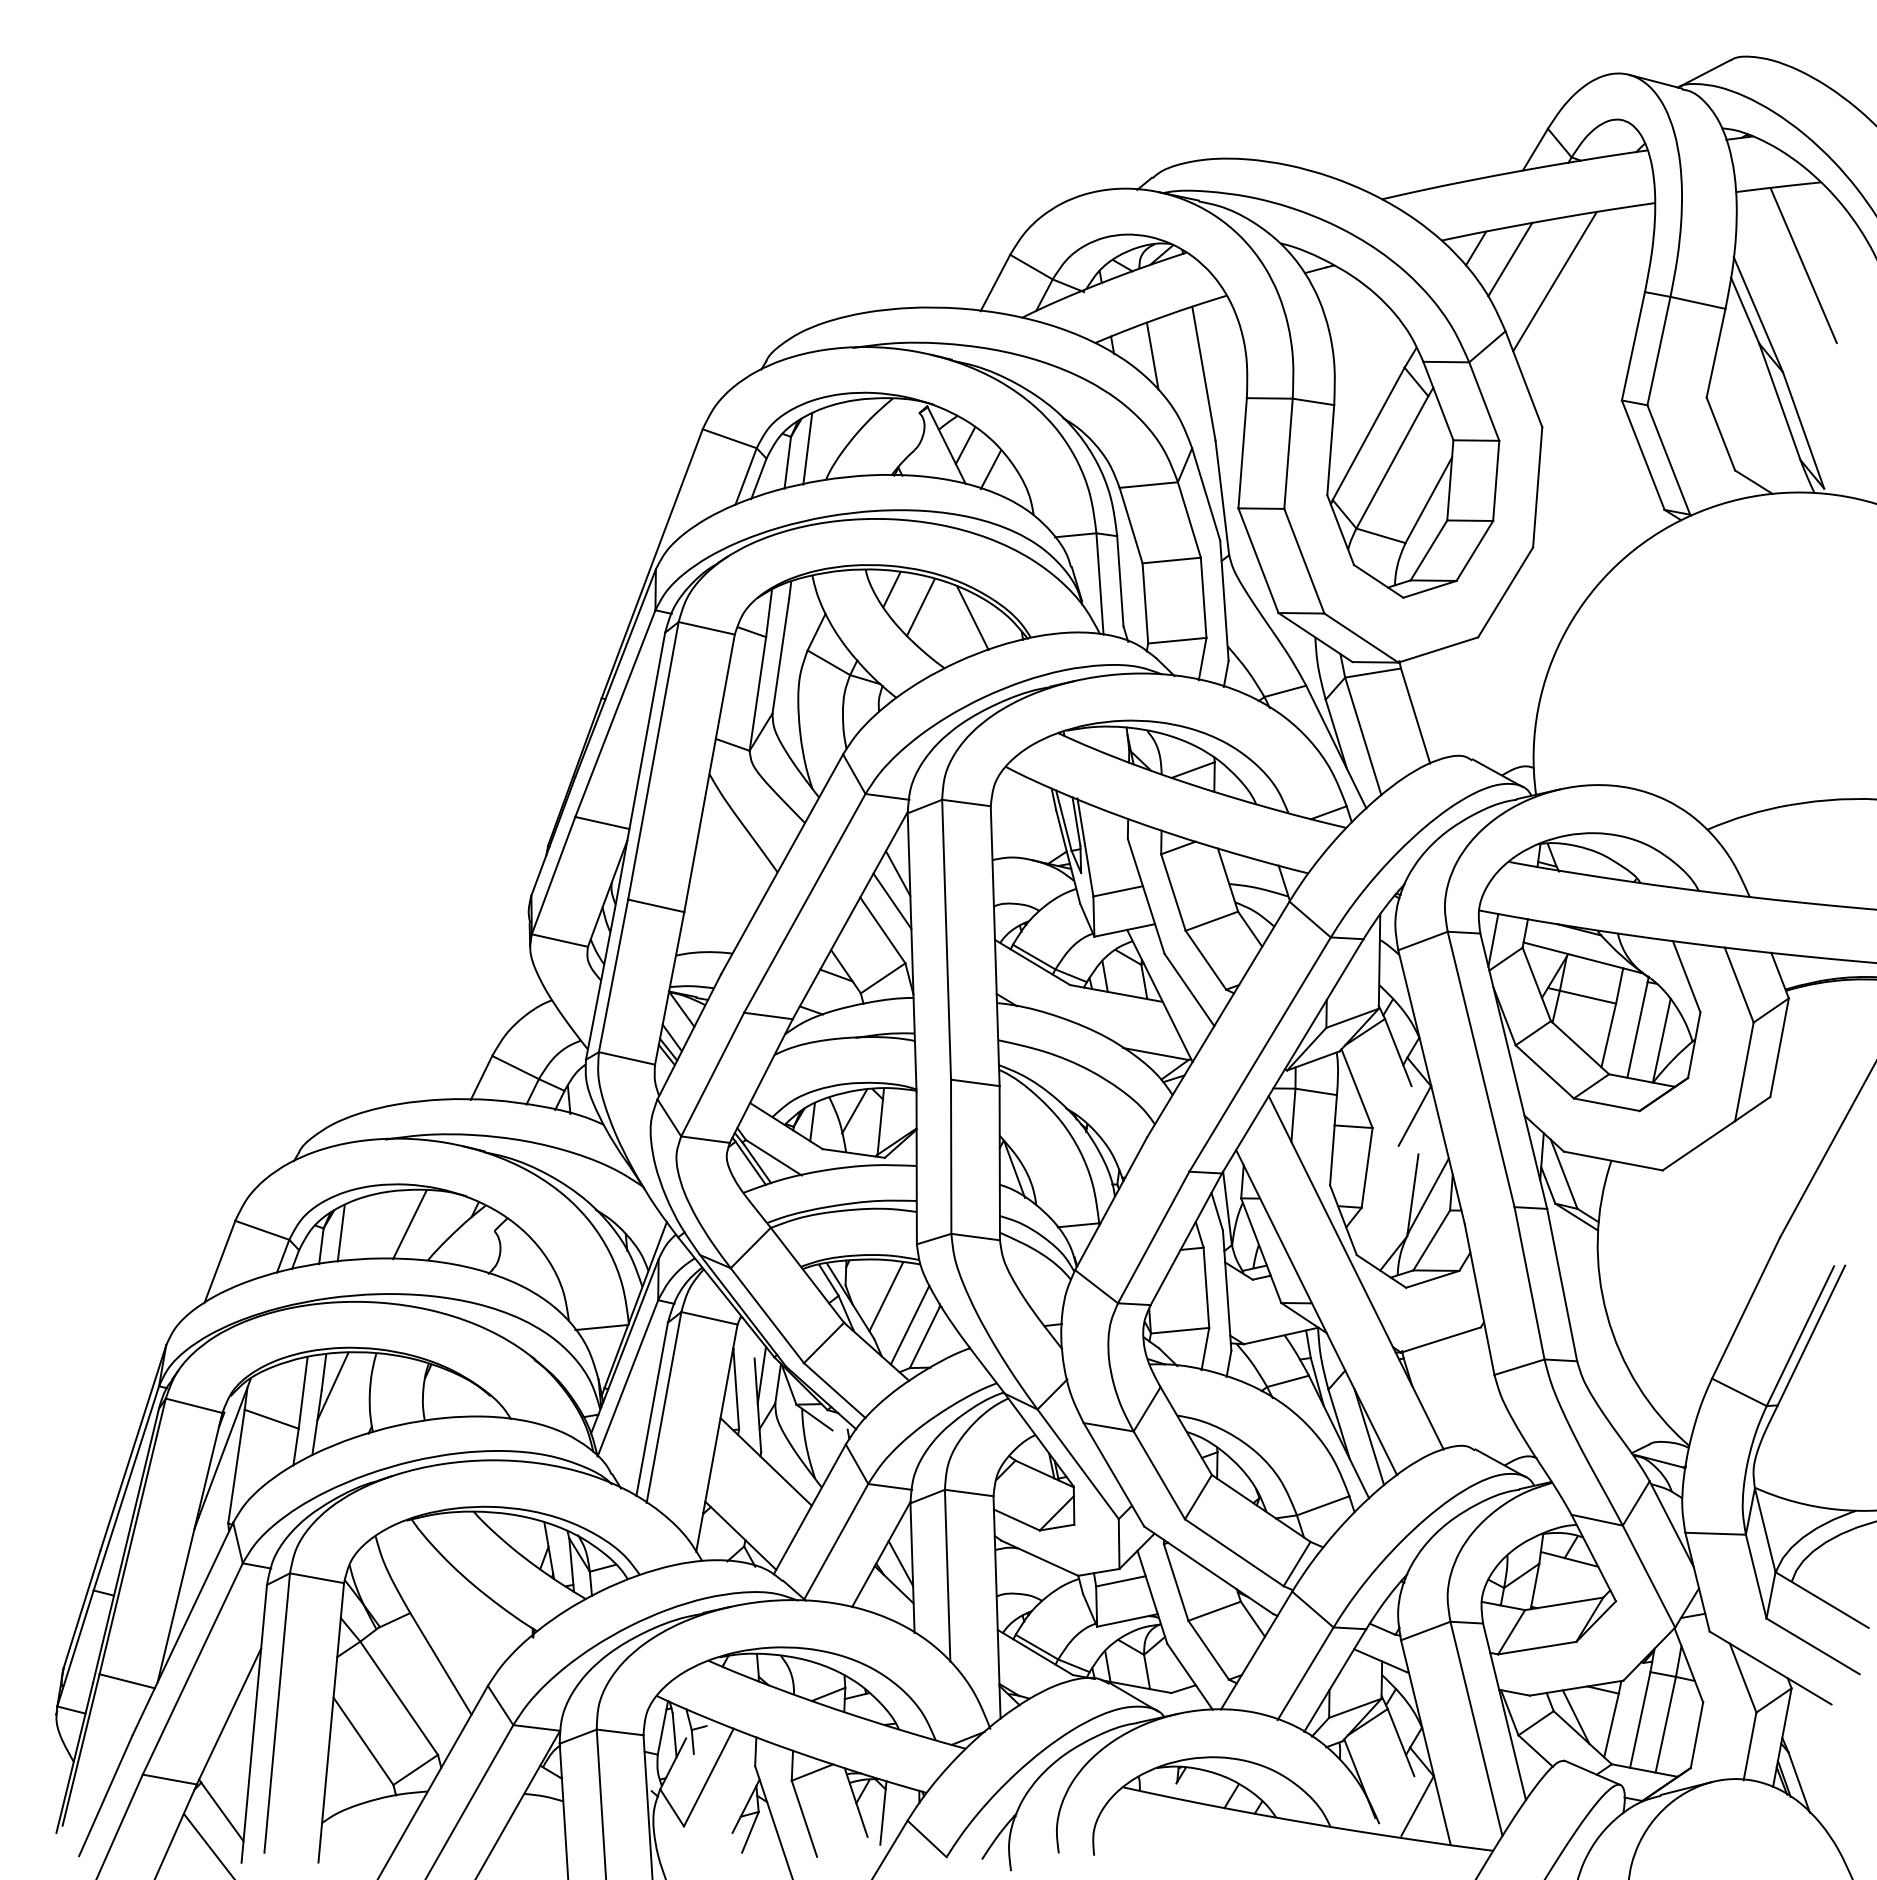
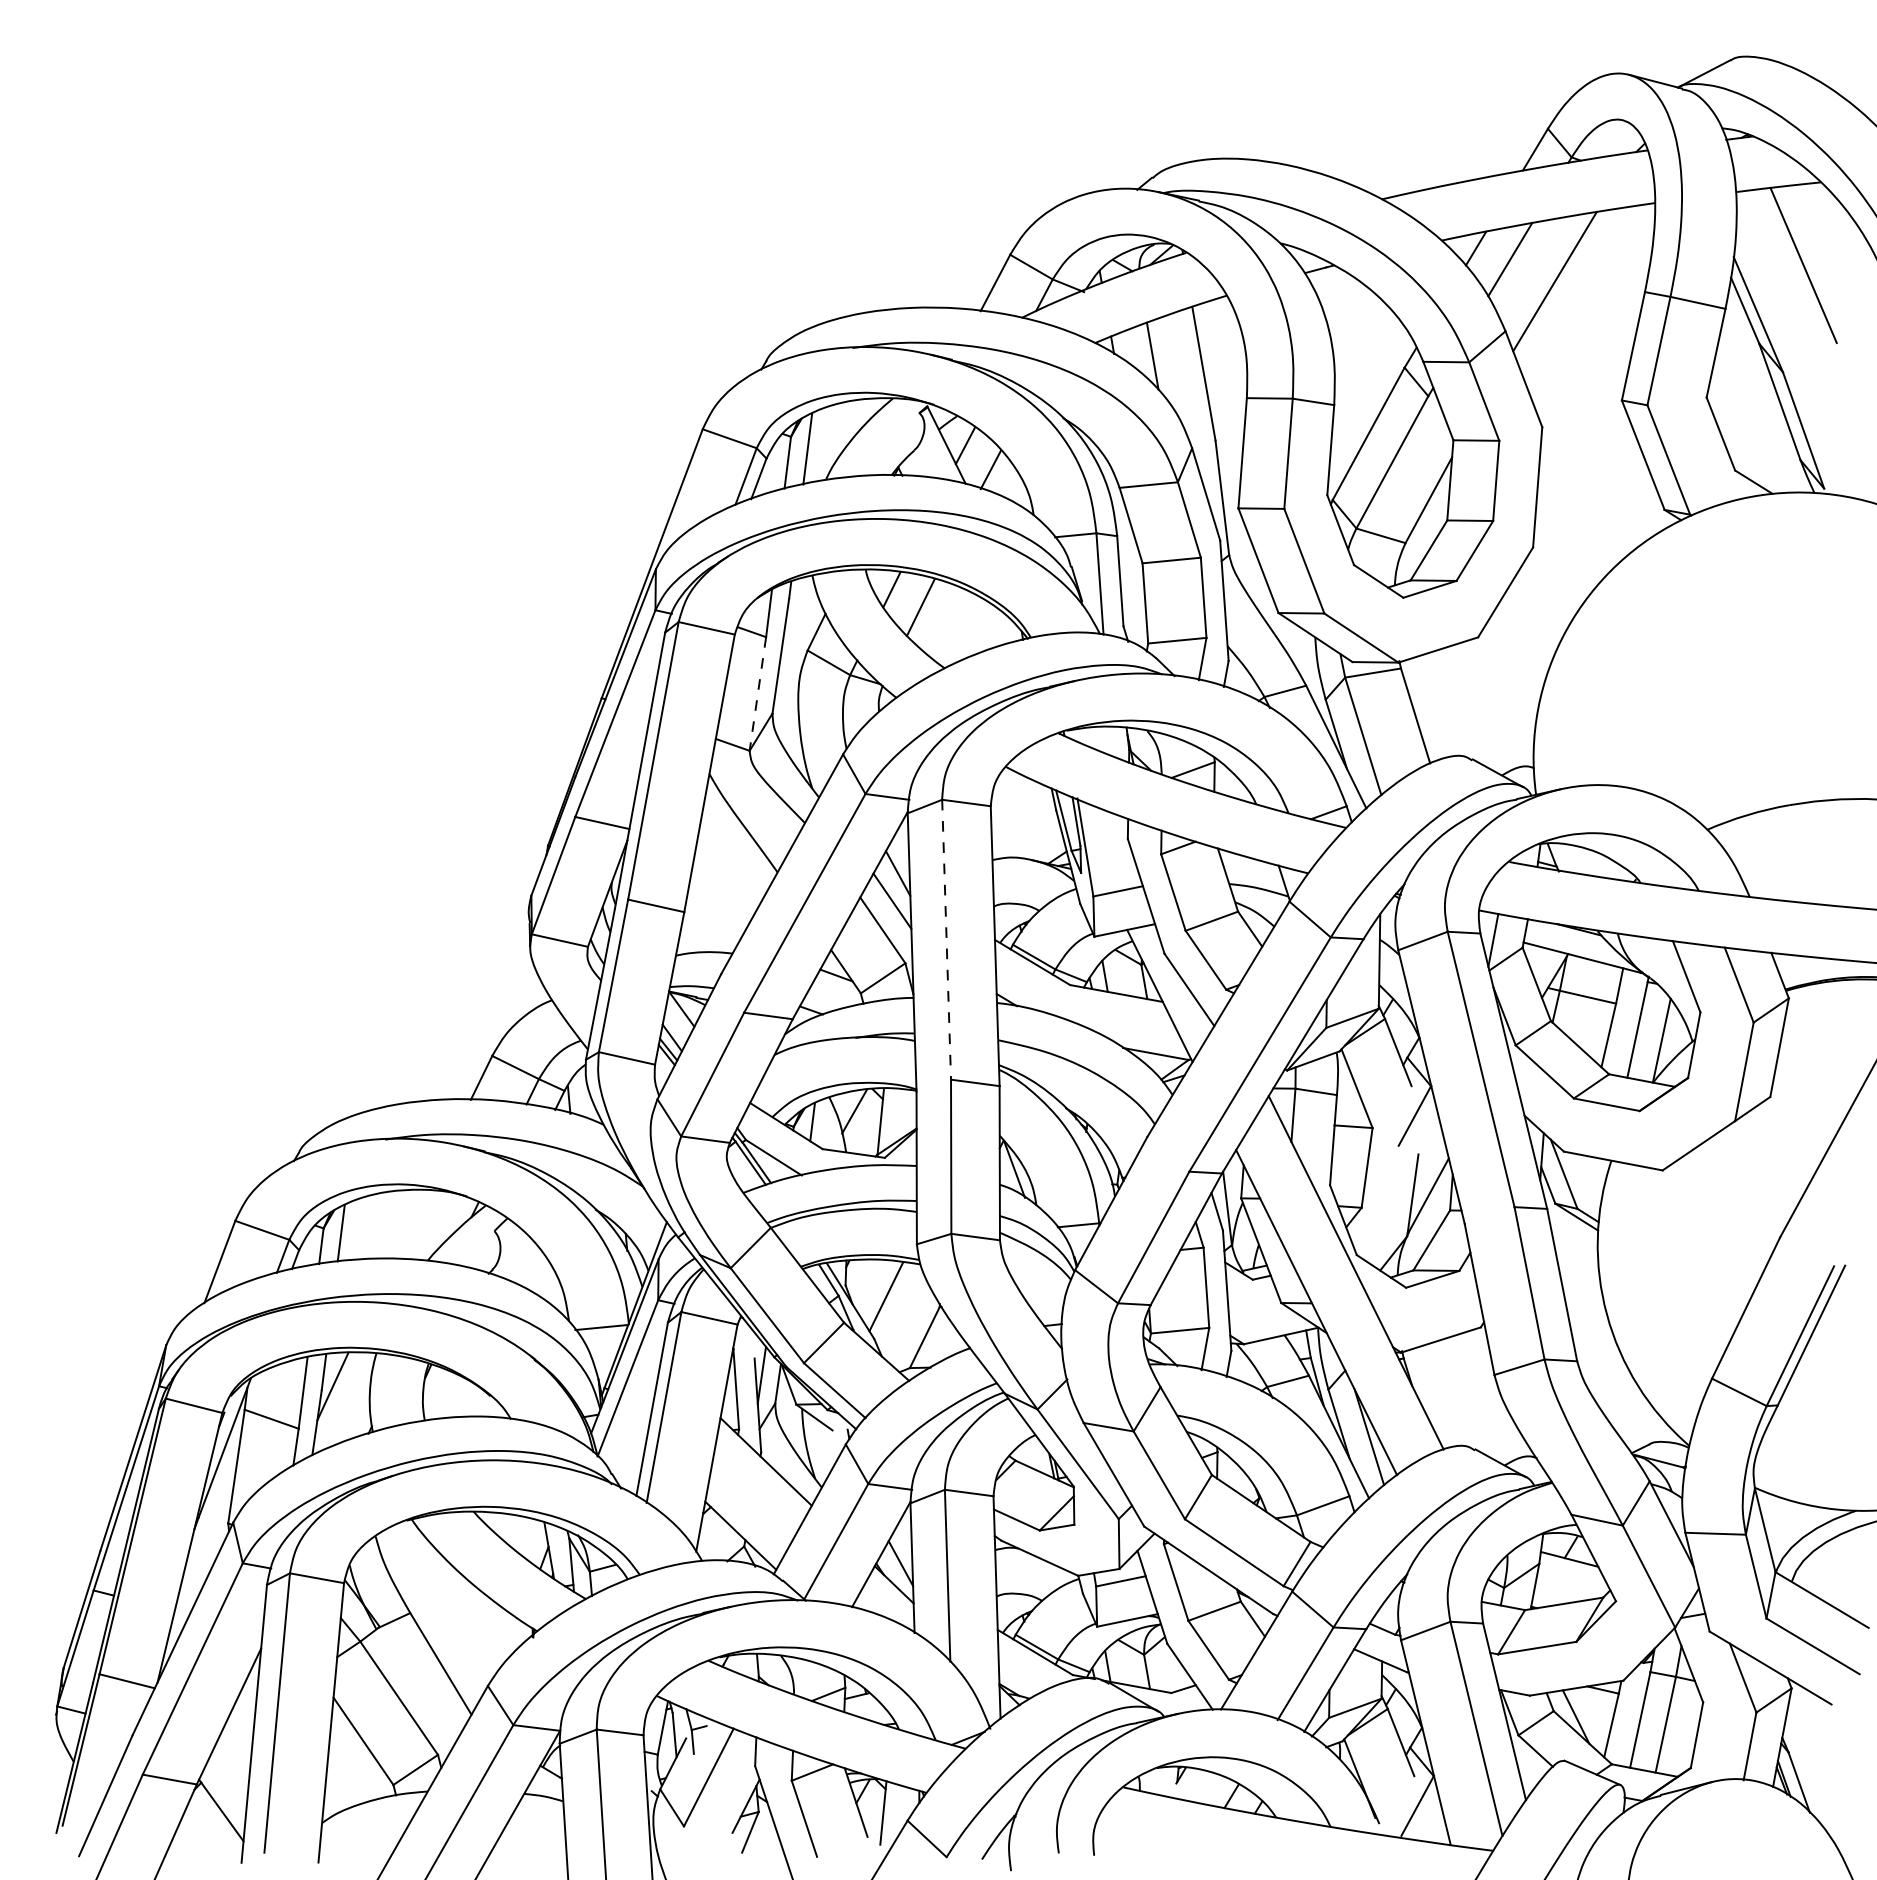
line at (972, 617): present -> none
line at (757, 694): solid -> dashed
line at (946, 940): solid -> dashed
line at (409, 1224): present -> none
line at (909, 1324): present -> none
line at (207, 1845): present -> none
